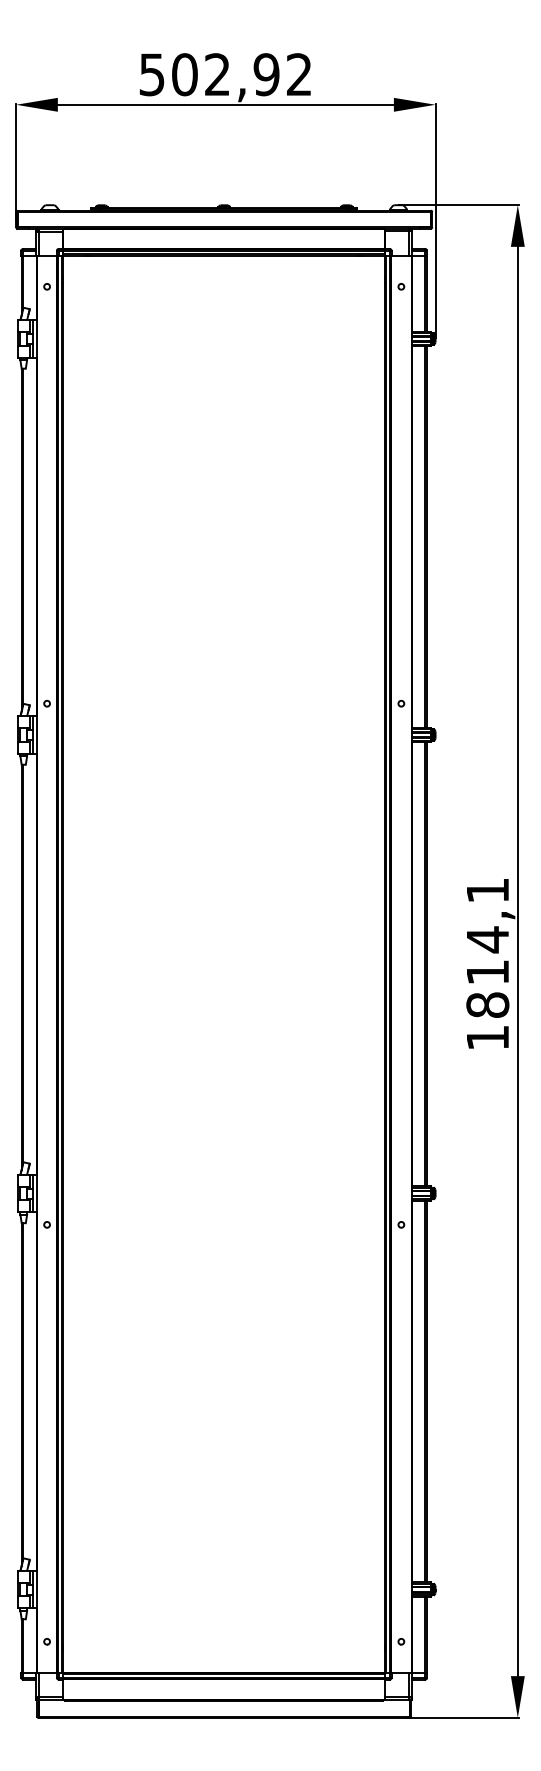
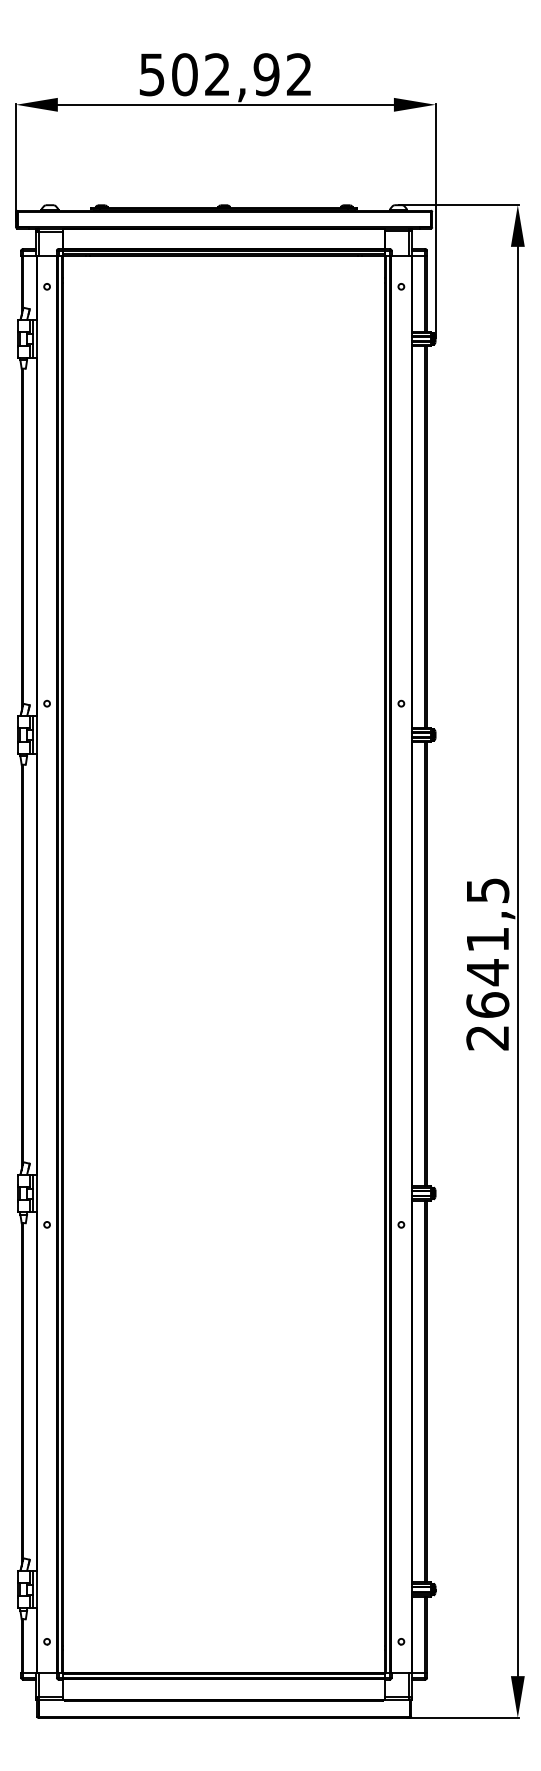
text at (487, 964): 1814,1 -> 2641,5
